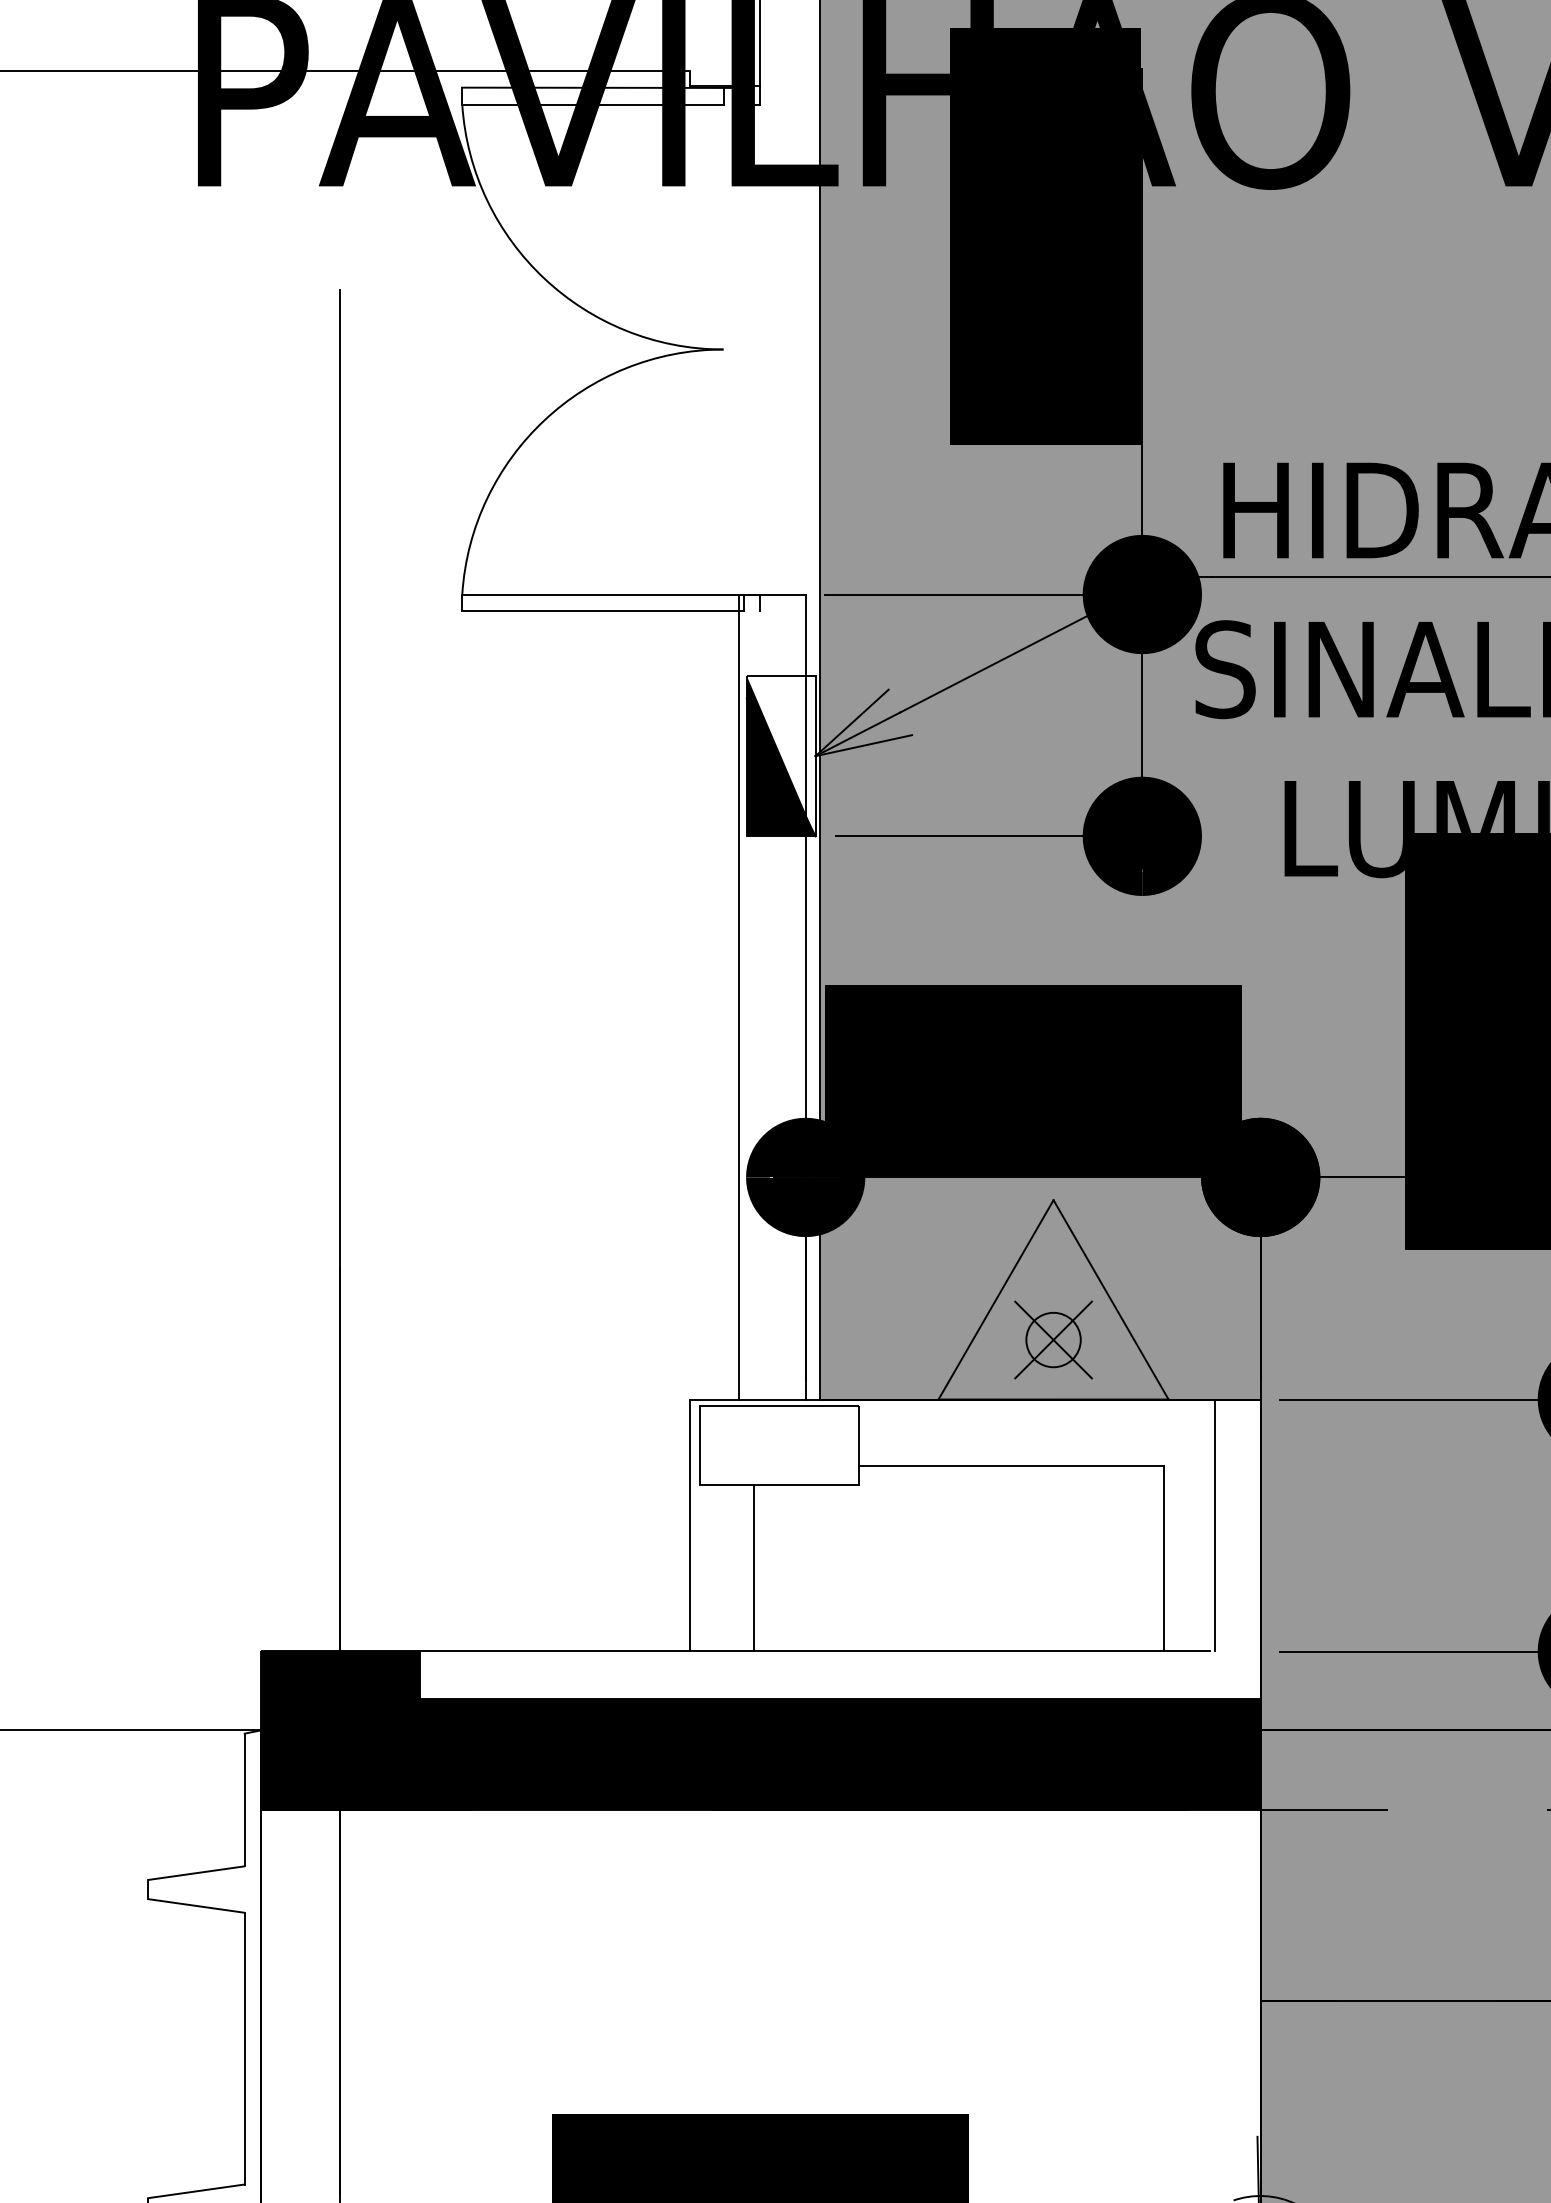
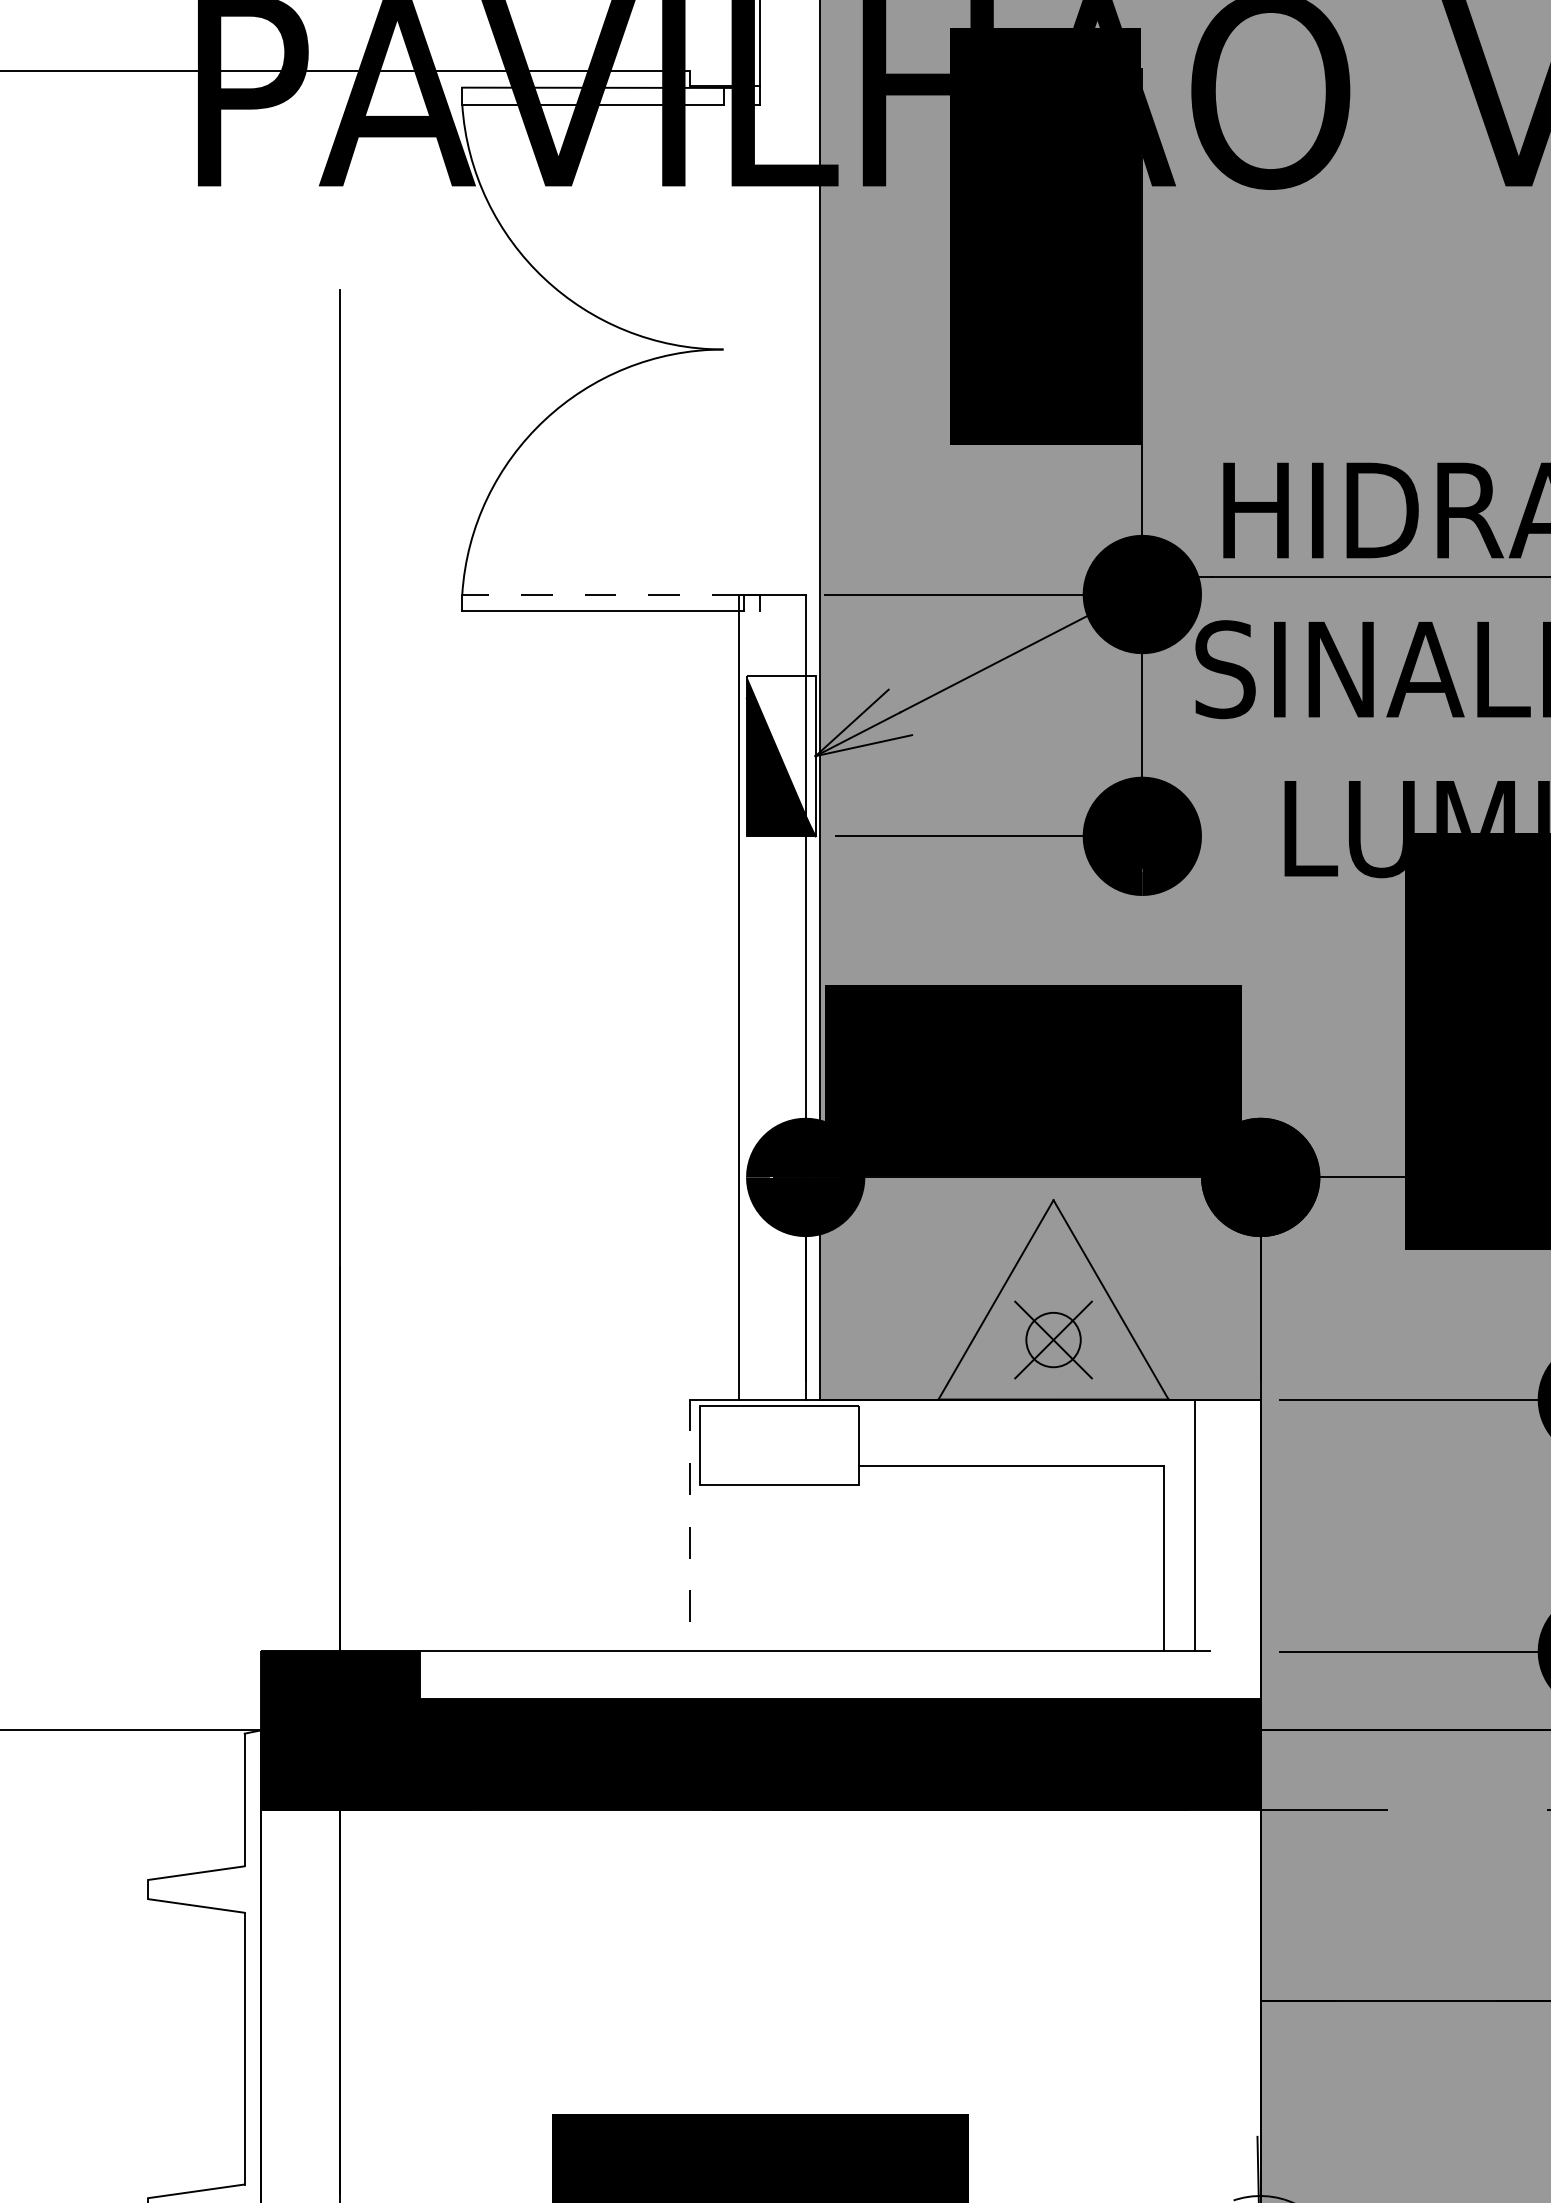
line at (603, 594): solid -> dashed
line at (1215, 1524) position: (1215, 1524) -> (1195, 1524)
line at (690, 1525): solid -> dashed
line at (753, 1567): present -> none
